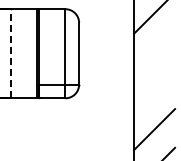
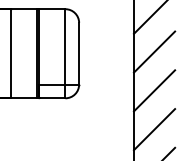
line at (154, 51): none -> present
line at (10, 53): dashed -> solid
line at (154, 90): none -> present
